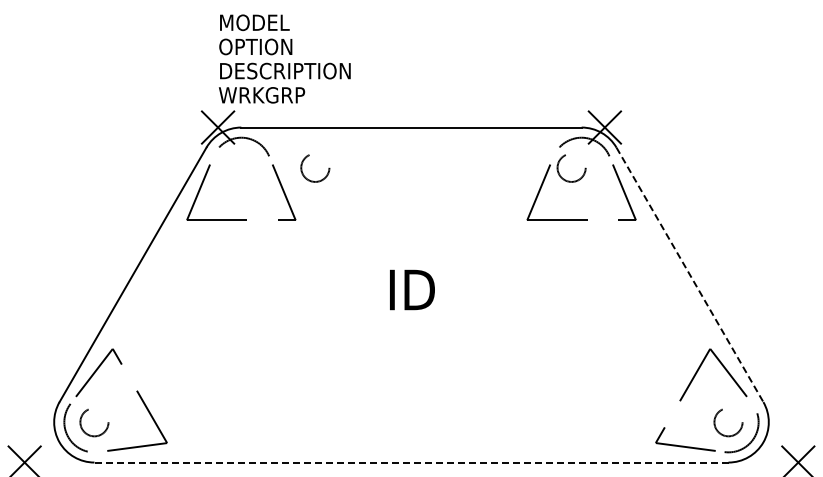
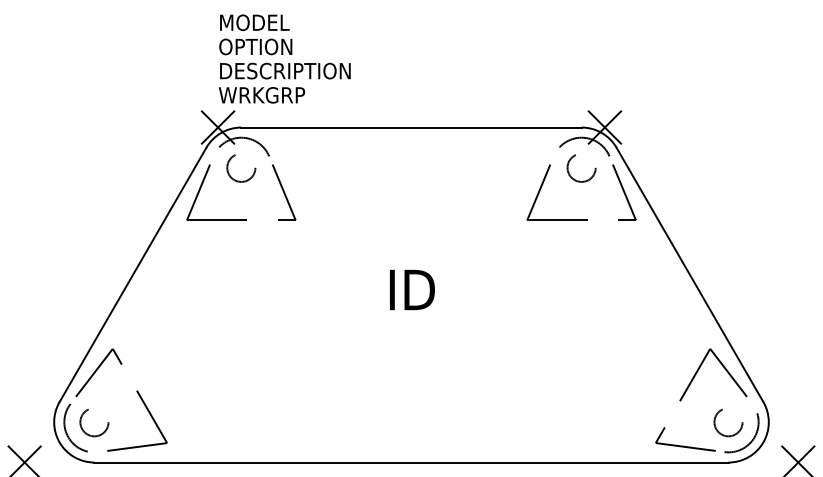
circle at (315, 168) position: (315, 168) -> (241, 168)
circle at (571, 168) position: (571, 168) -> (581, 168)
line at (689, 274): dashed -> solid
line at (411, 462): dashed -> solid
